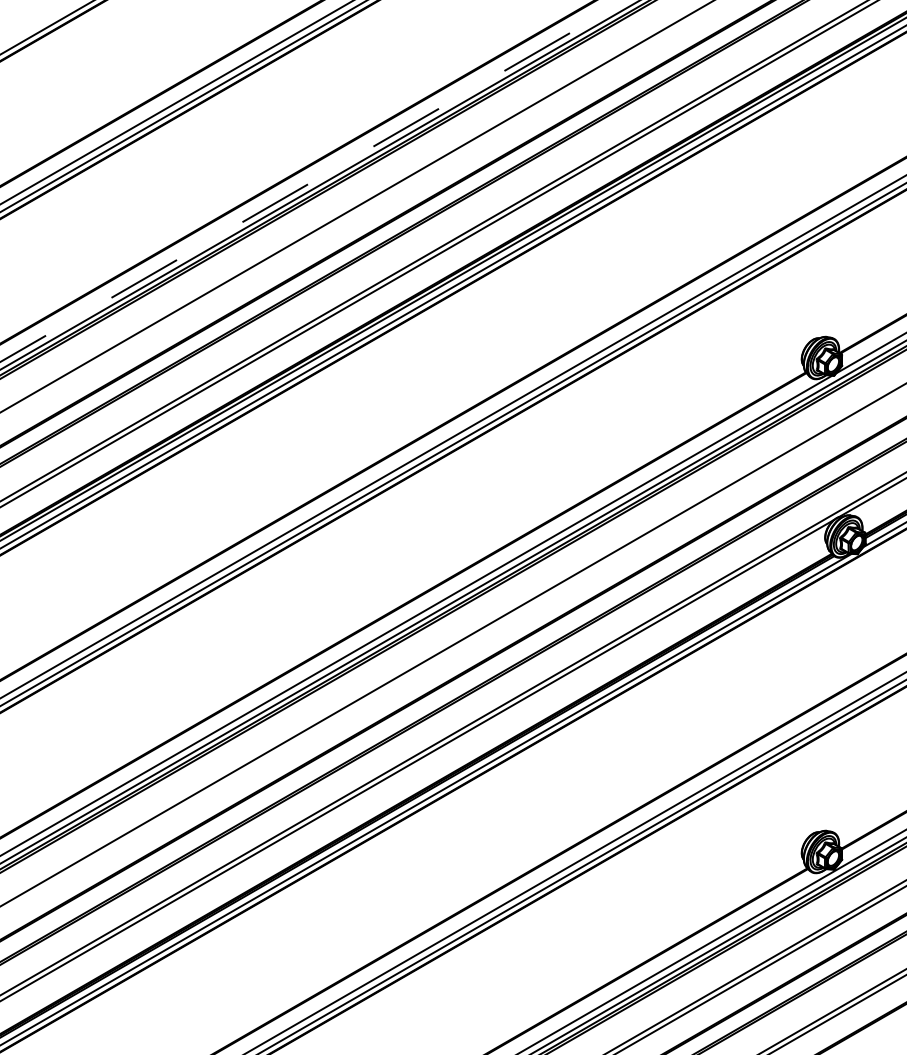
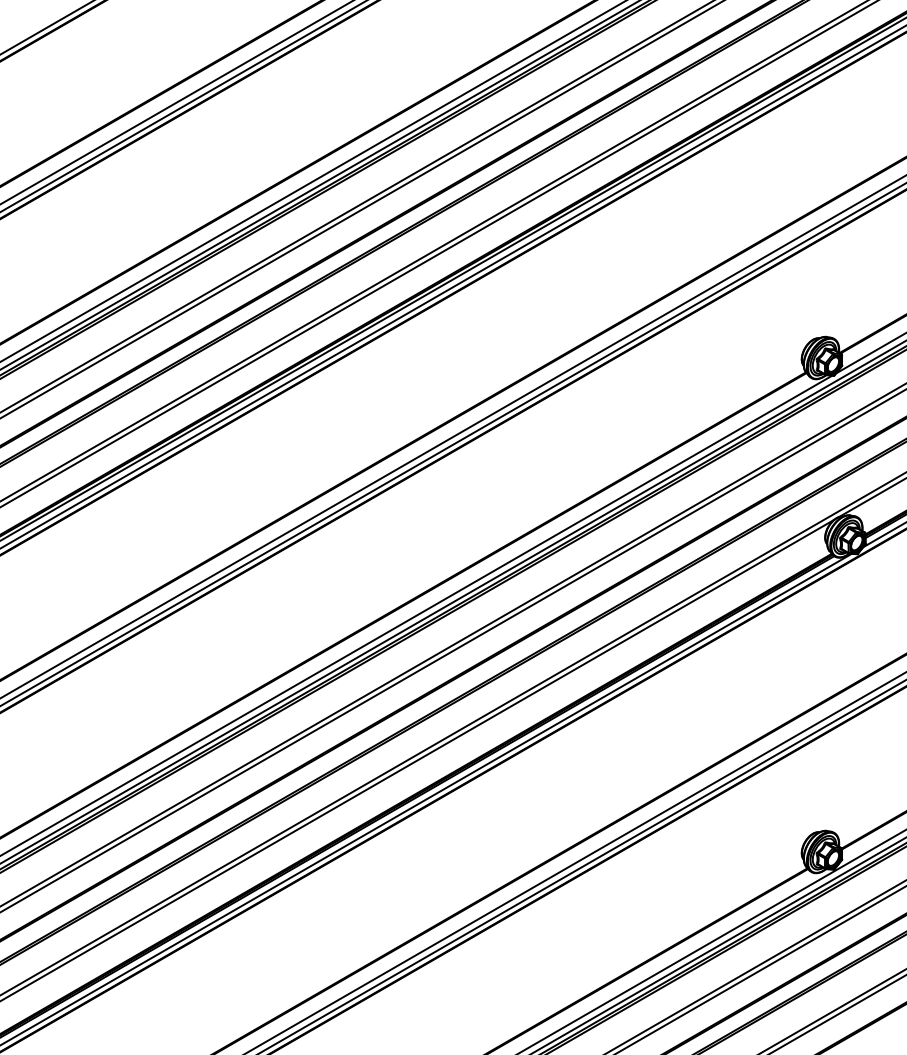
line at (313, 181): dashed -> solid
line at (361, 209): none -> present
line at (452, 651): none -> present
